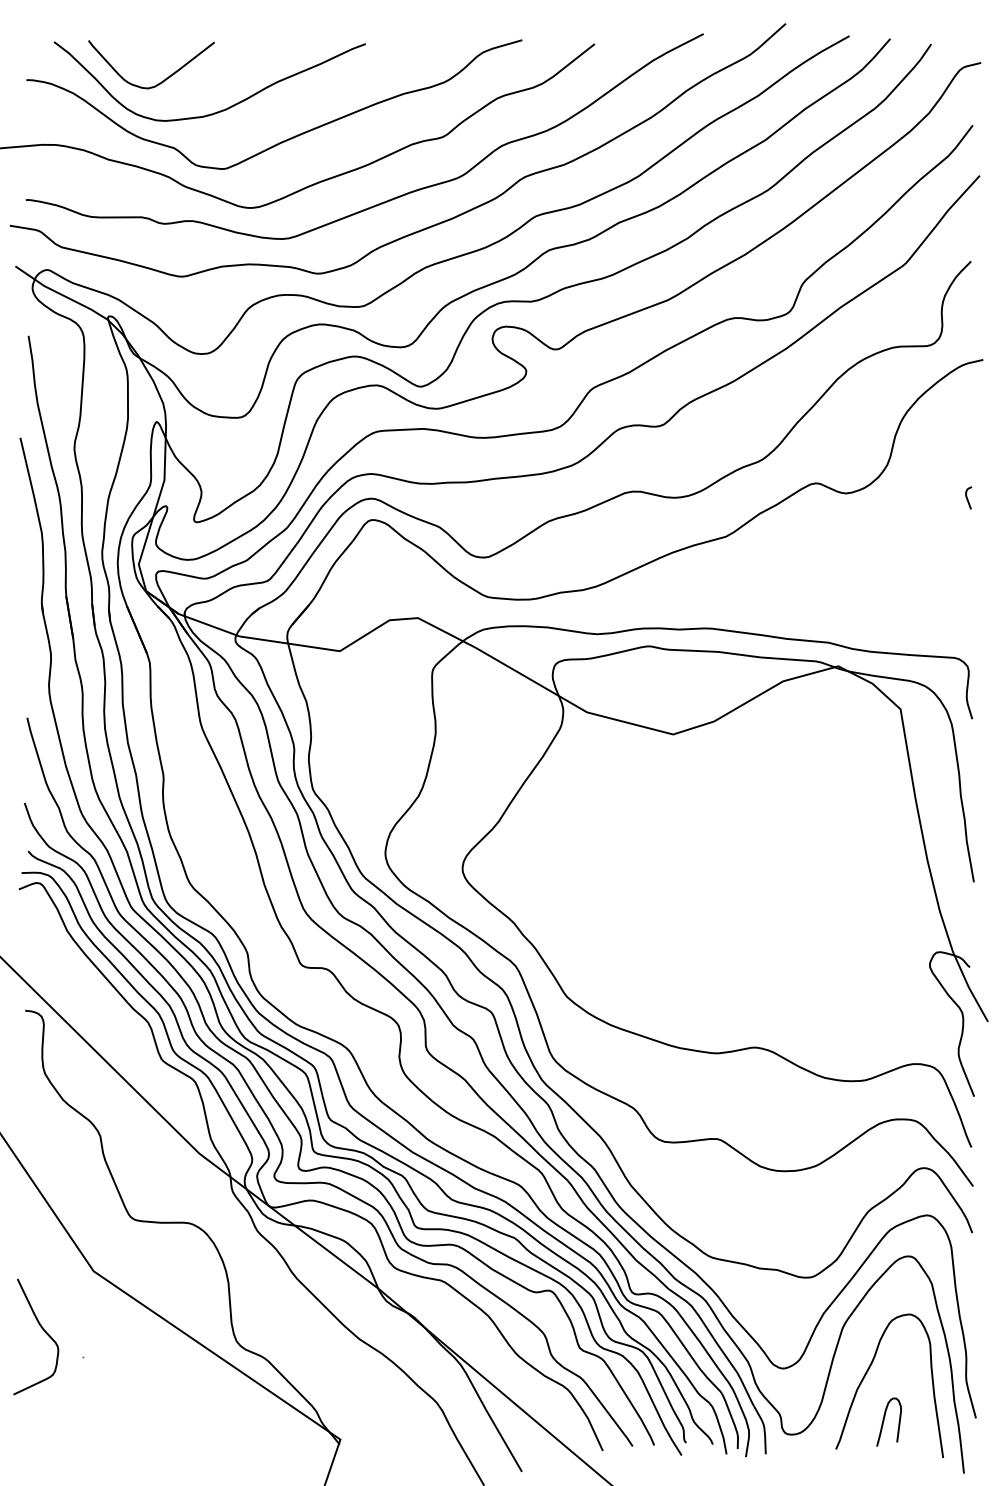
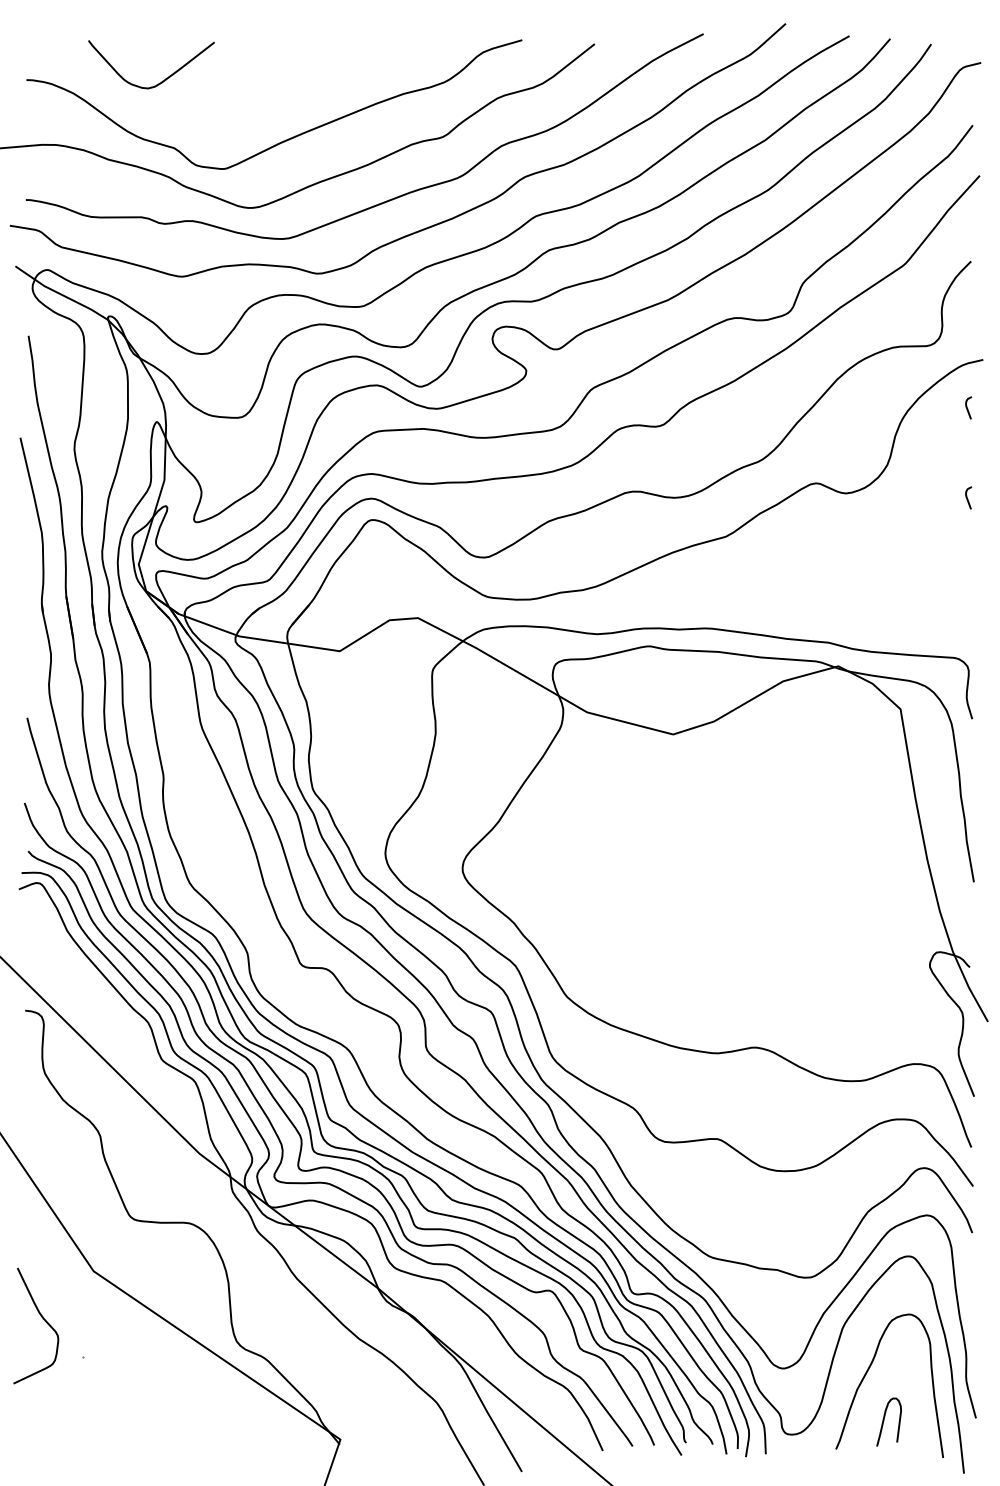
curve at (219, 110): present -> none
curve at (967, 407): none -> present
curve at (44, 1332) position: (44, 1332) -> (44, 1321)
